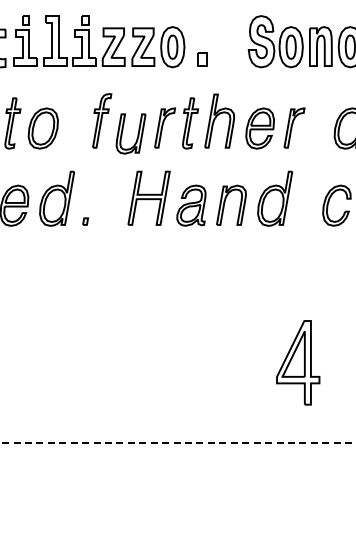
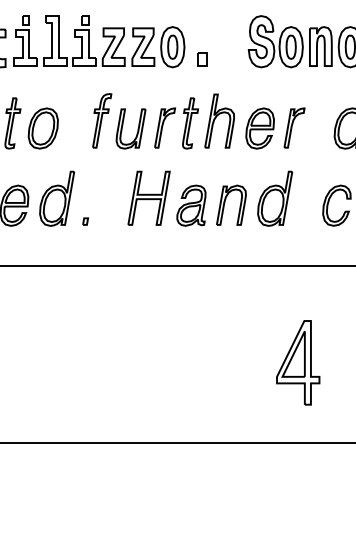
part at (137, 133) position: (137, 133) -> (137, 128)
line at (177, 266): none -> present
line at (178, 443): dashed -> solid
